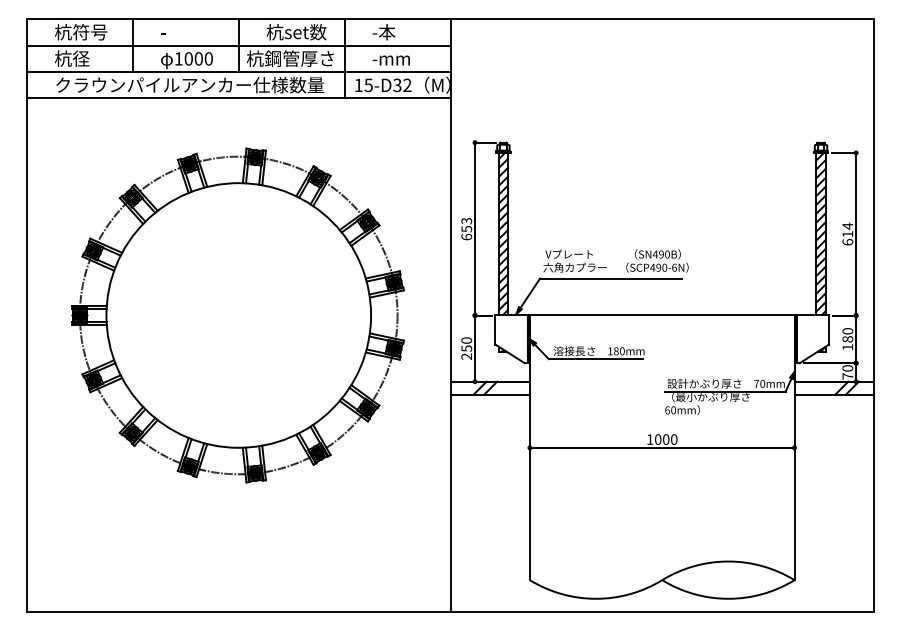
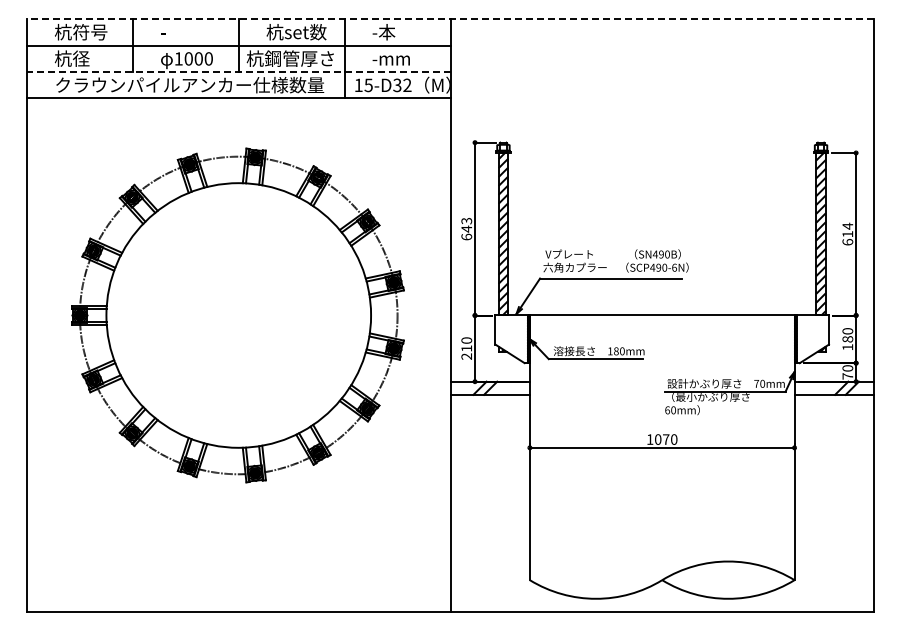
line at (450, 19): solid -> dashed
line at (238, 72): solid -> dashed
text at (466, 228): 653 -> 643
text at (466, 348): 250 -> 210
text at (666, 439): 1000 -> 1070
